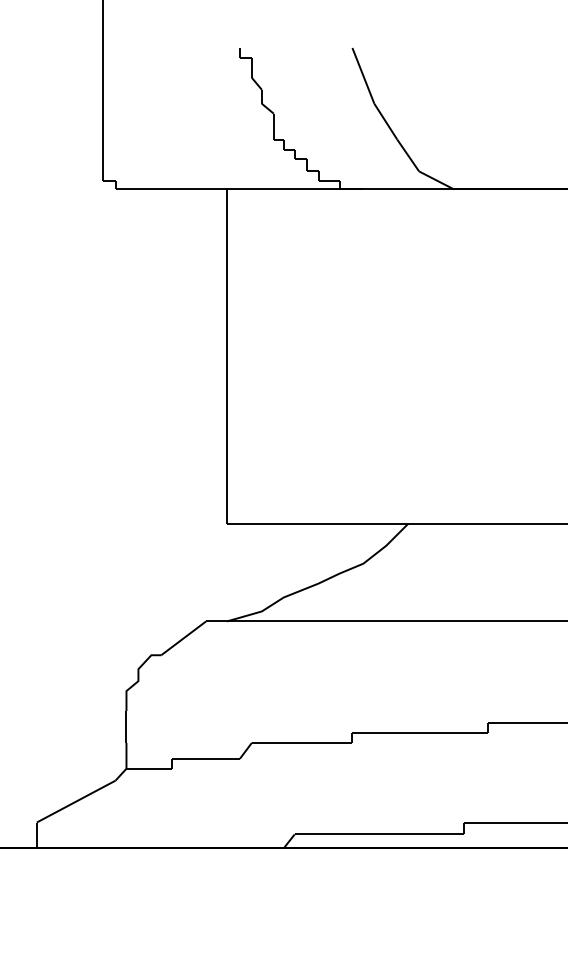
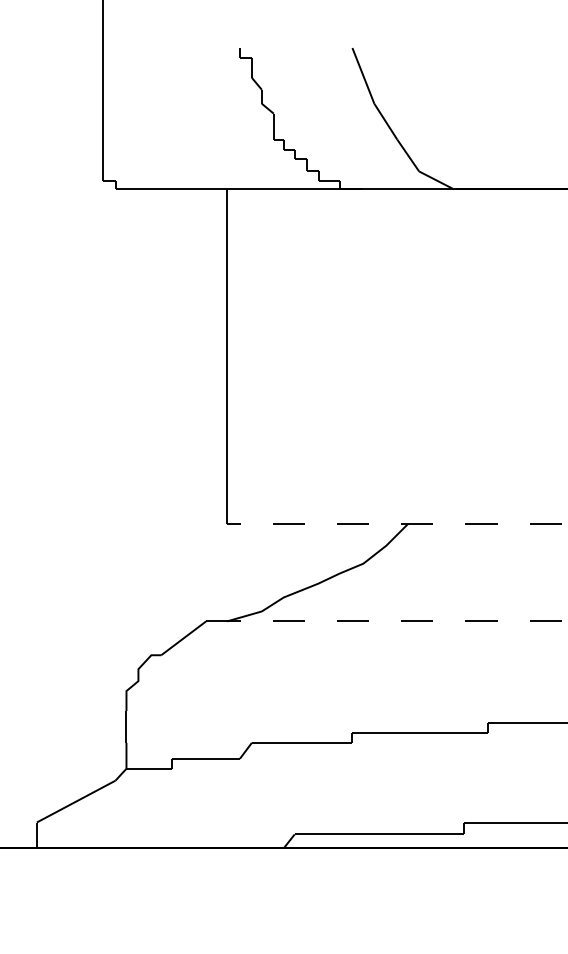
line at (396, 523): solid -> dashed
line at (396, 621): solid -> dashed
